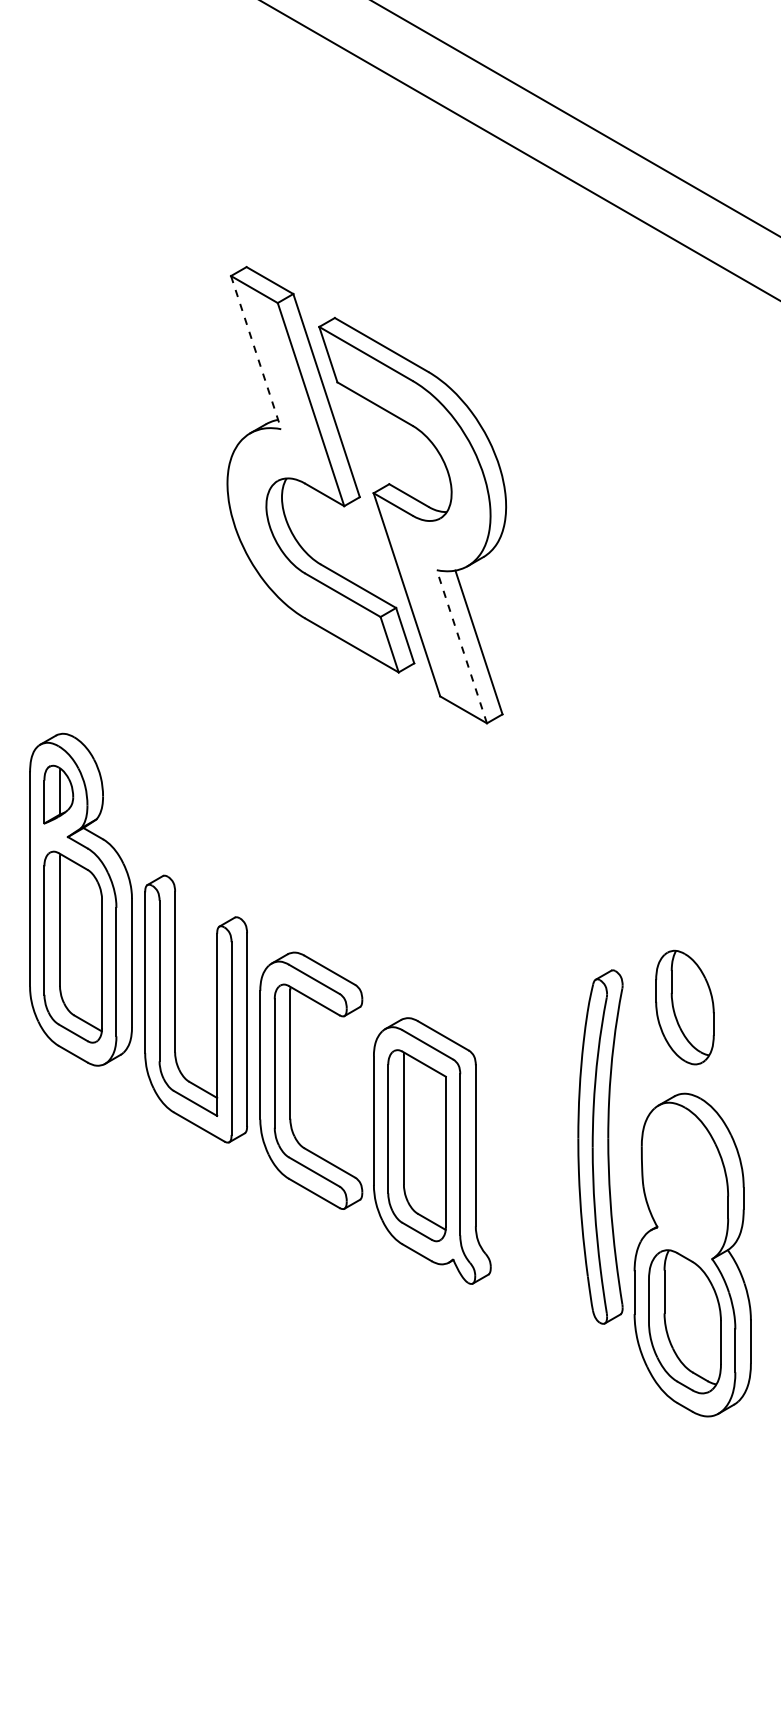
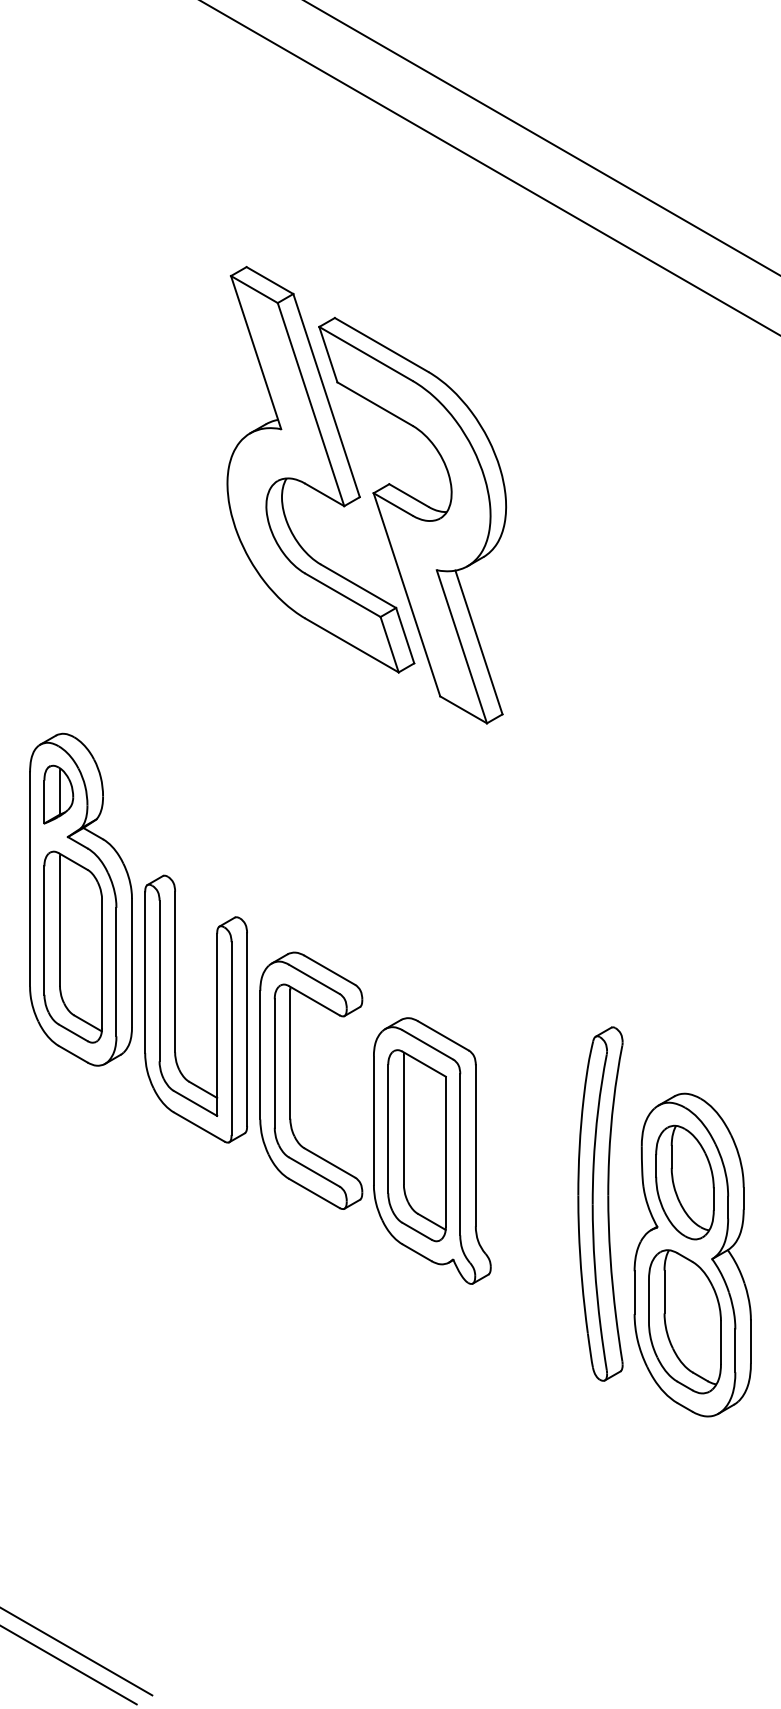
line at (575, 118) position: (575, 118) -> (541, 138)
line at (519, 150) position: (519, 150) -> (489, 168)
line at (256, 352): dashed -> solid
line at (461, 646): dashed -> solid
part at (684, 1007) position: (684, 1007) -> (684, 1182)
part at (600, 1146) position: (600, 1146) -> (600, 1203)
line at (77, 1651): none -> present
line at (69, 1665): none -> present
